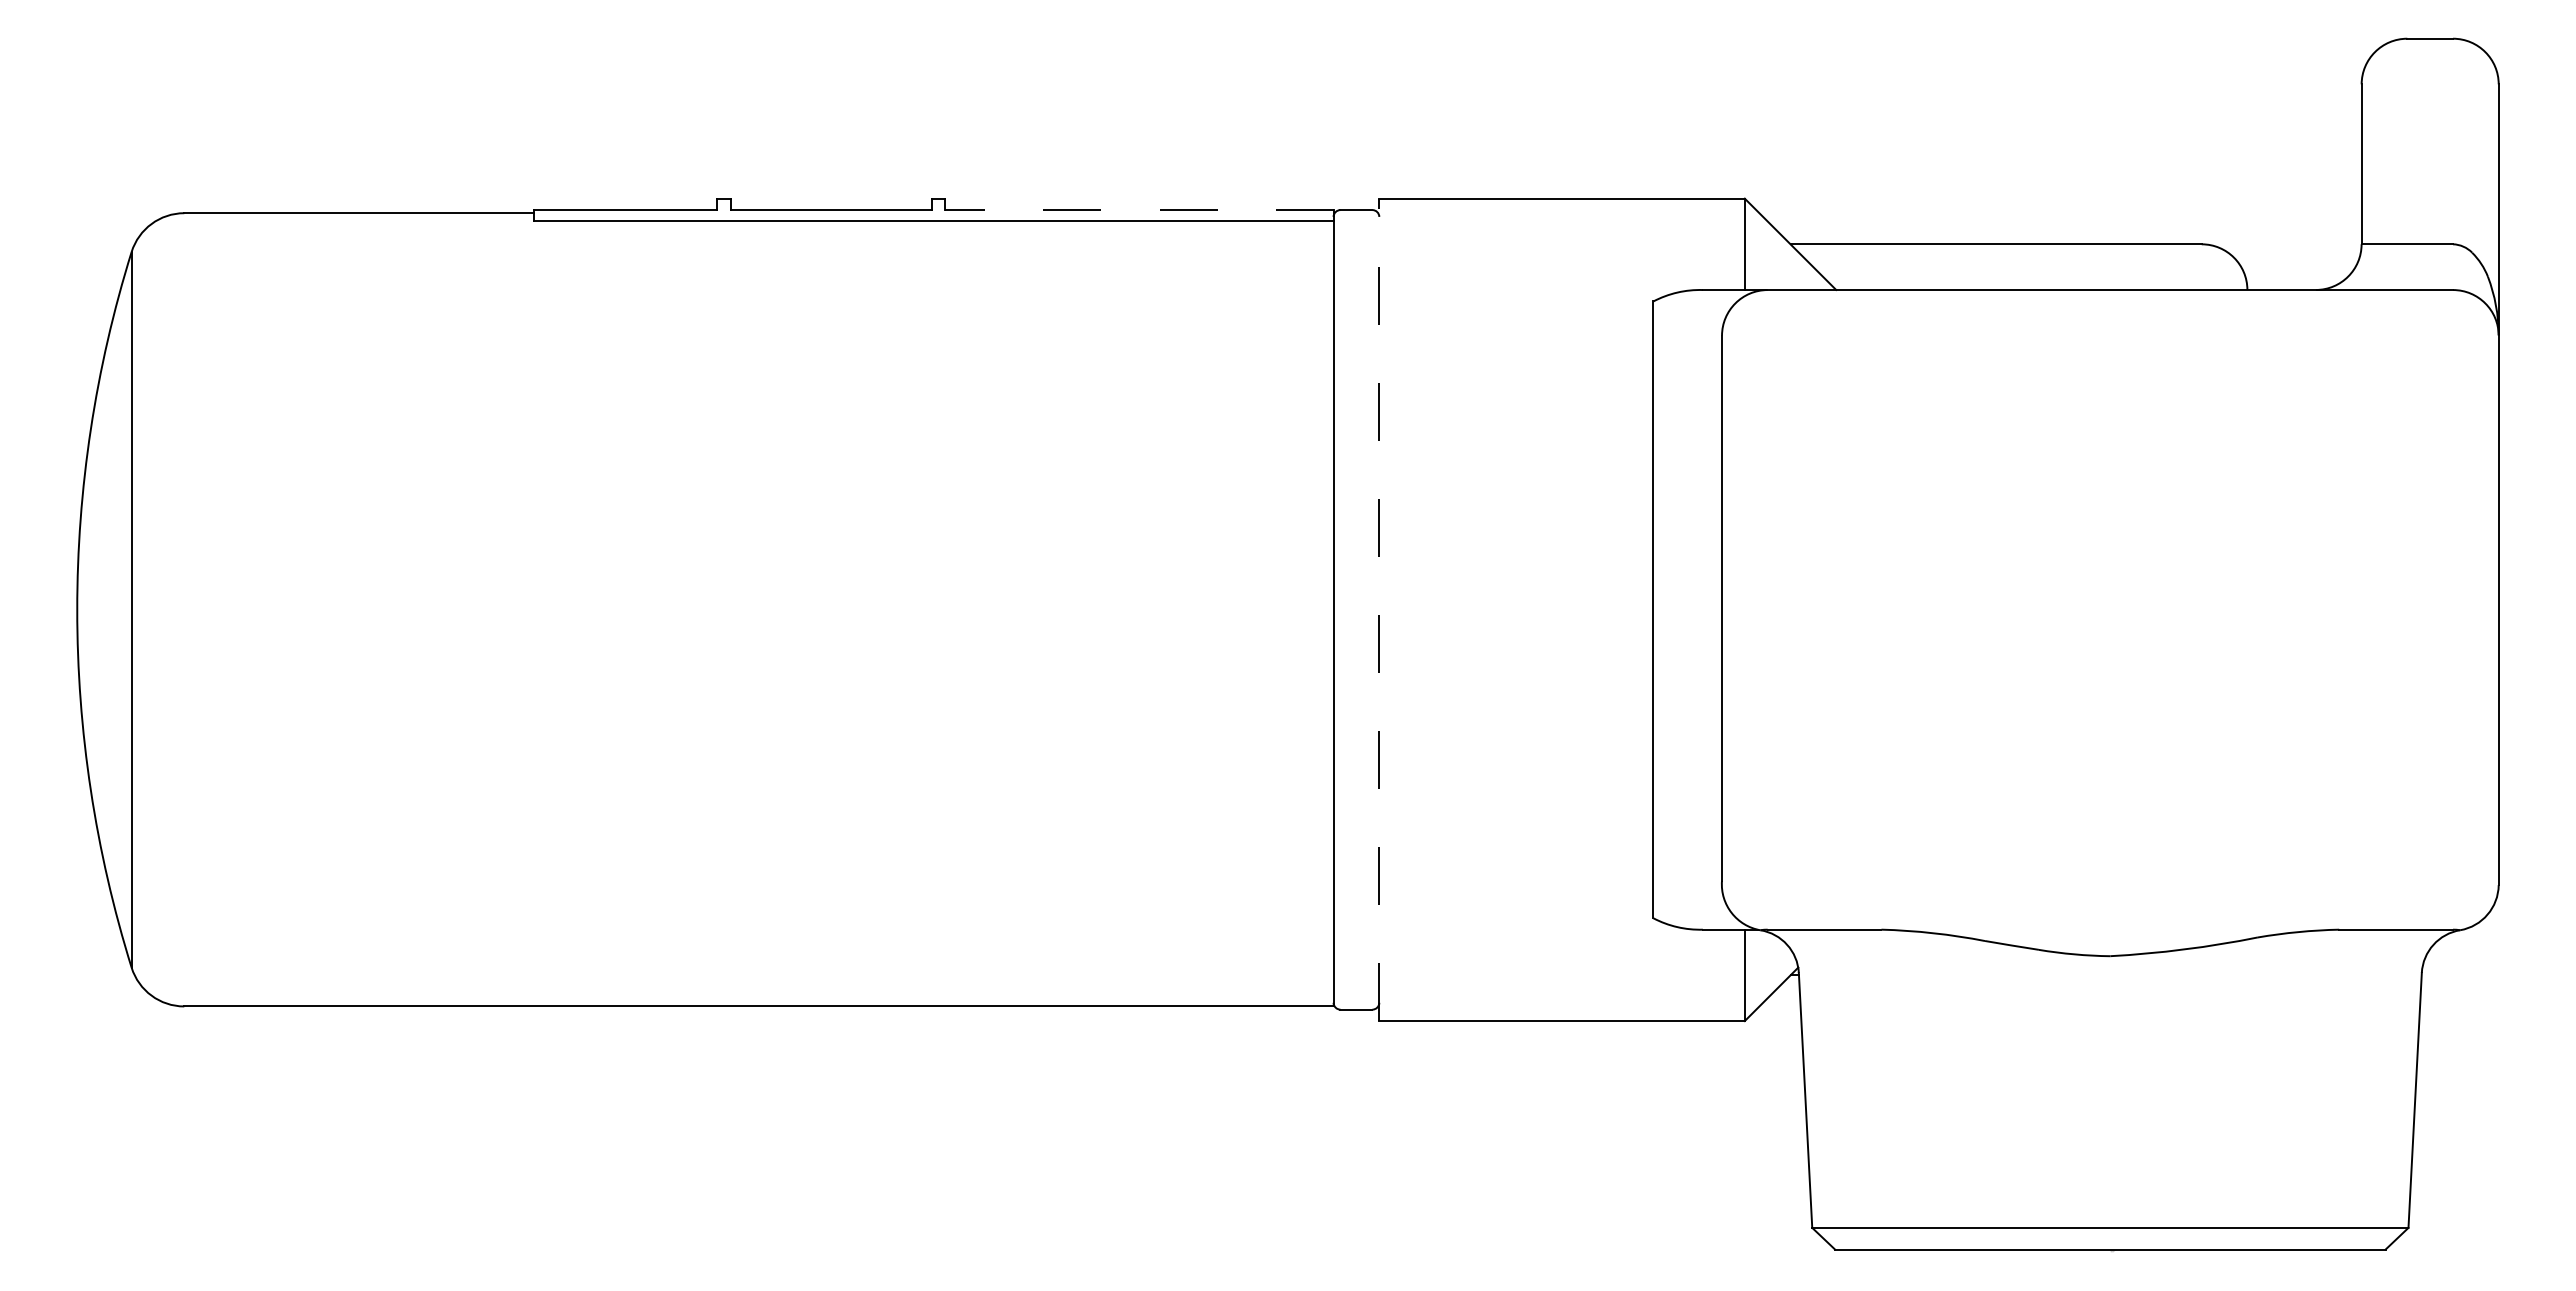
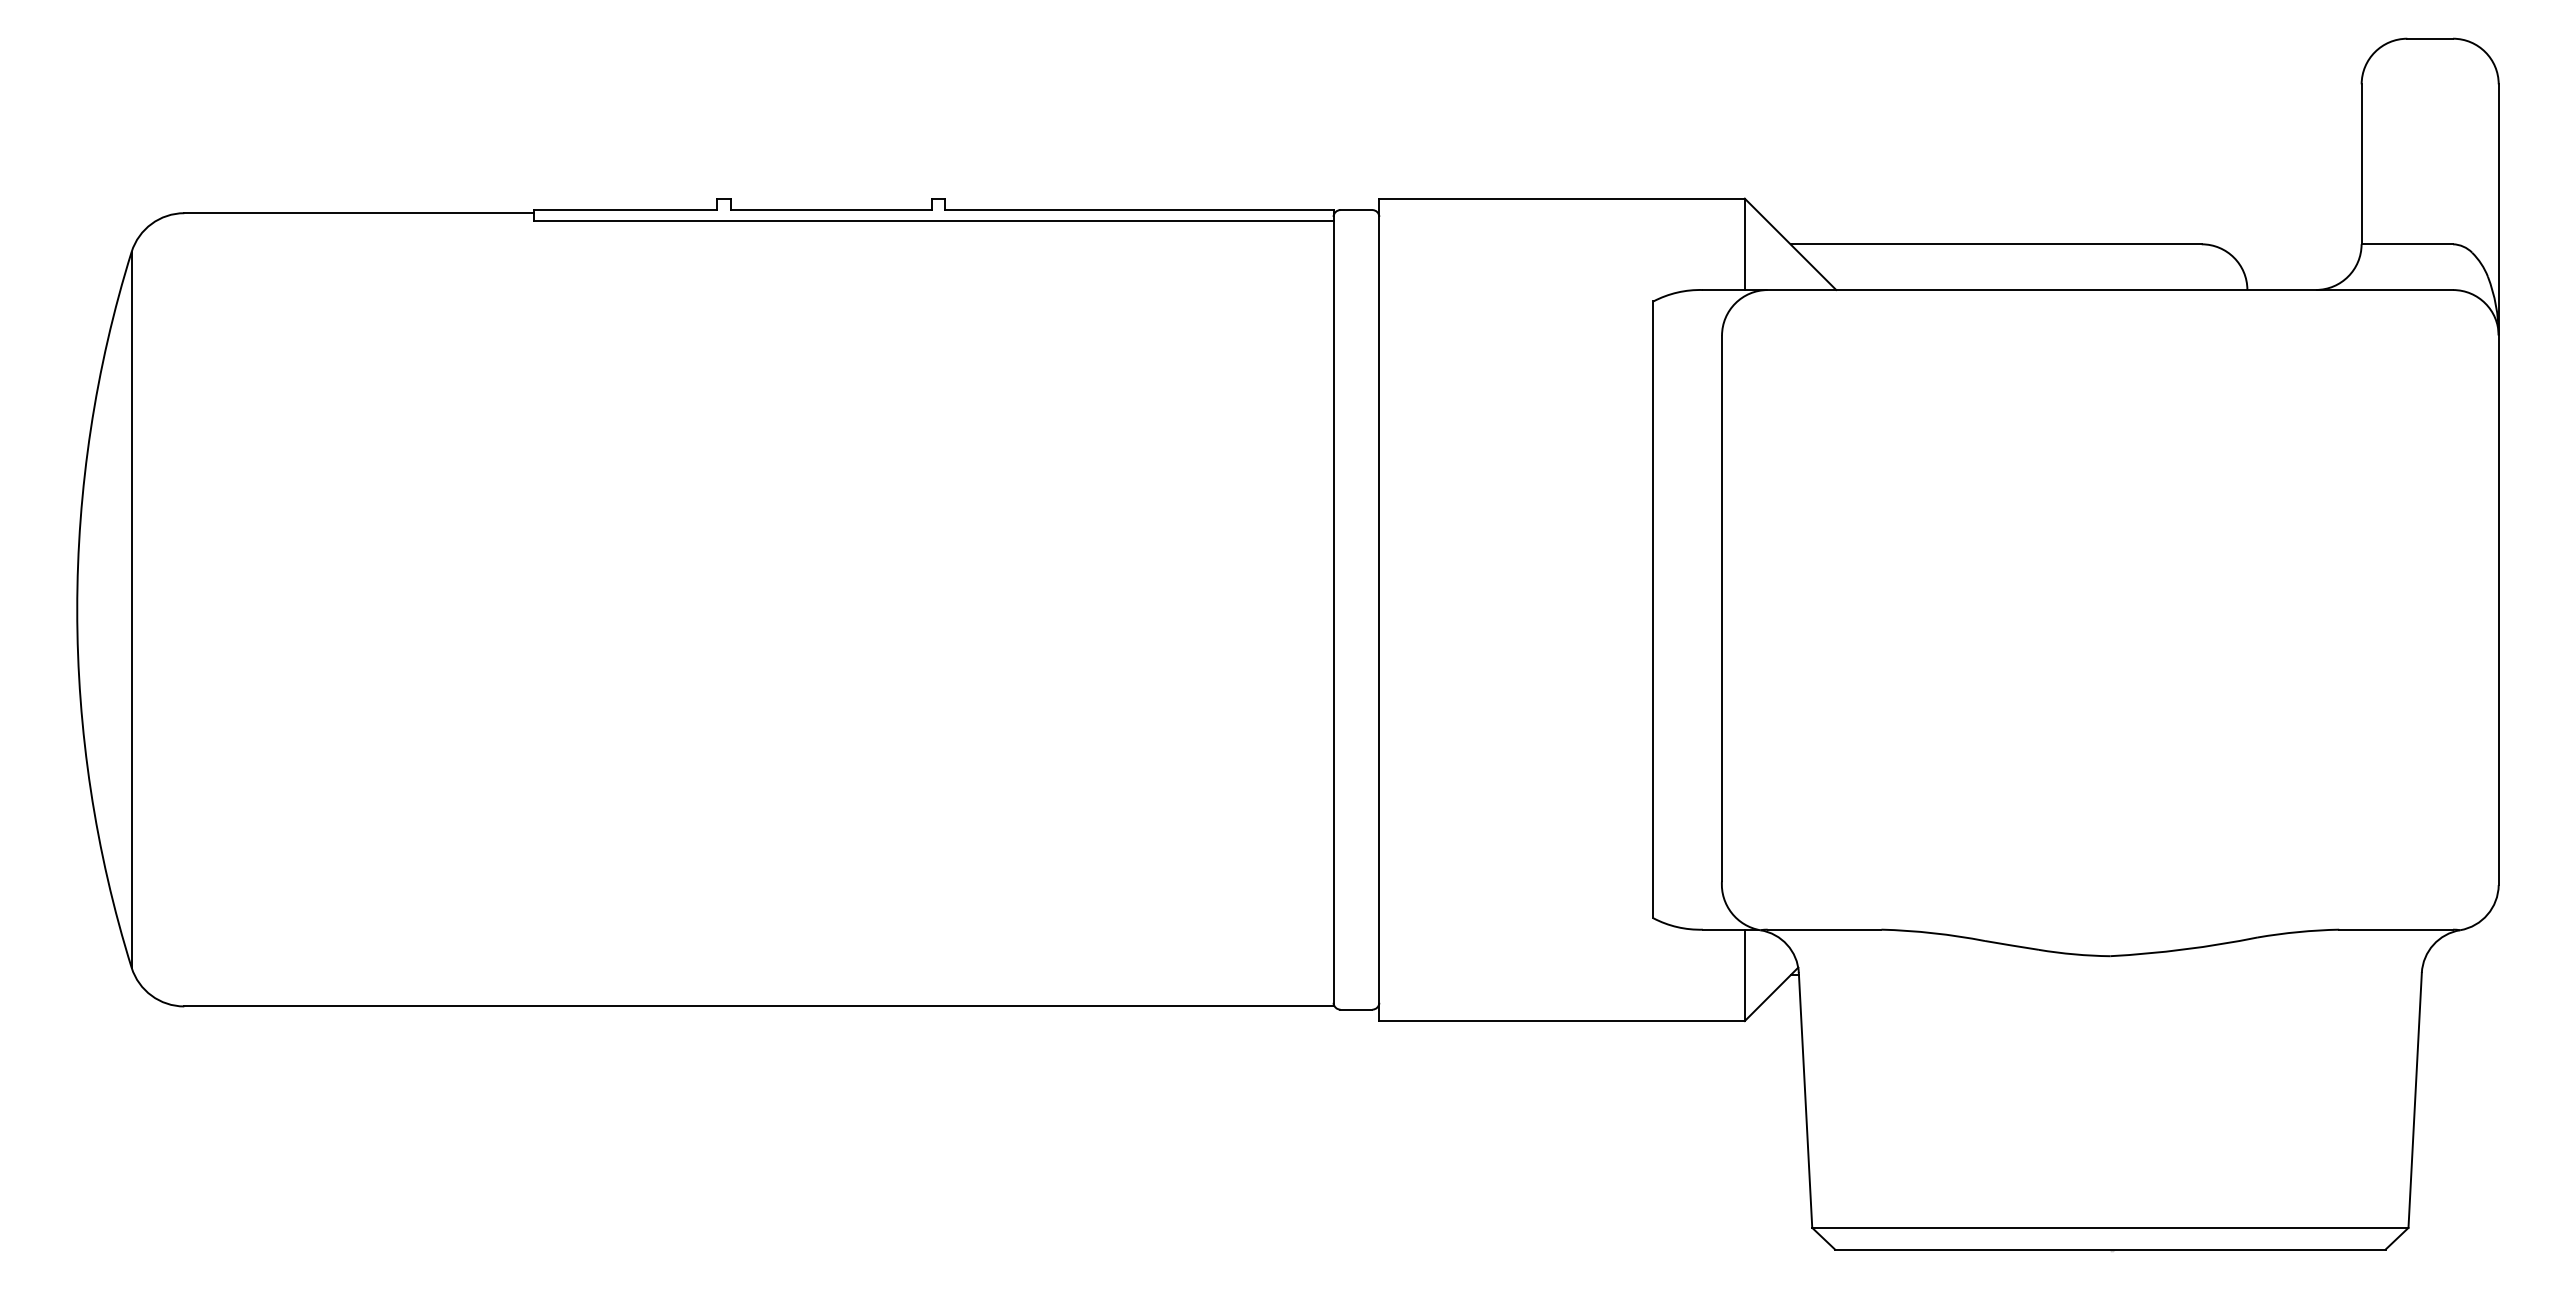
line at (1138, 210): dashed -> solid
line at (1379, 609): dashed -> solid
